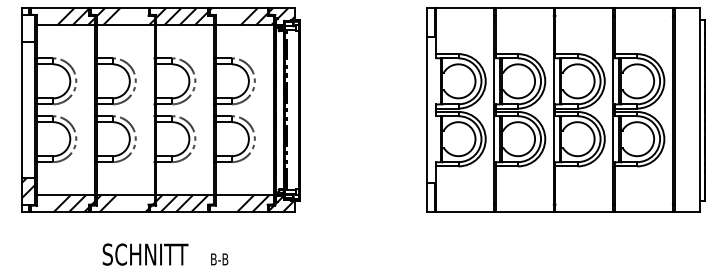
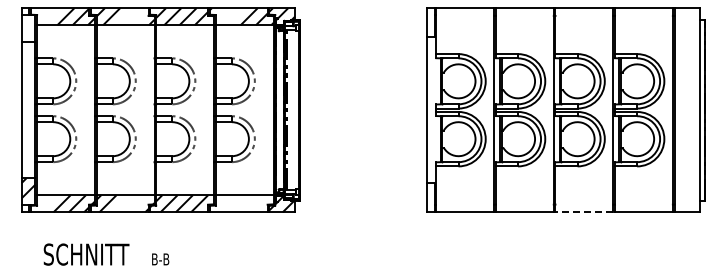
hatch at (252, 203): present -> none
line at (584, 212): solid -> dashed
text at (165, 254) position: (165, 254) -> (106, 254)
